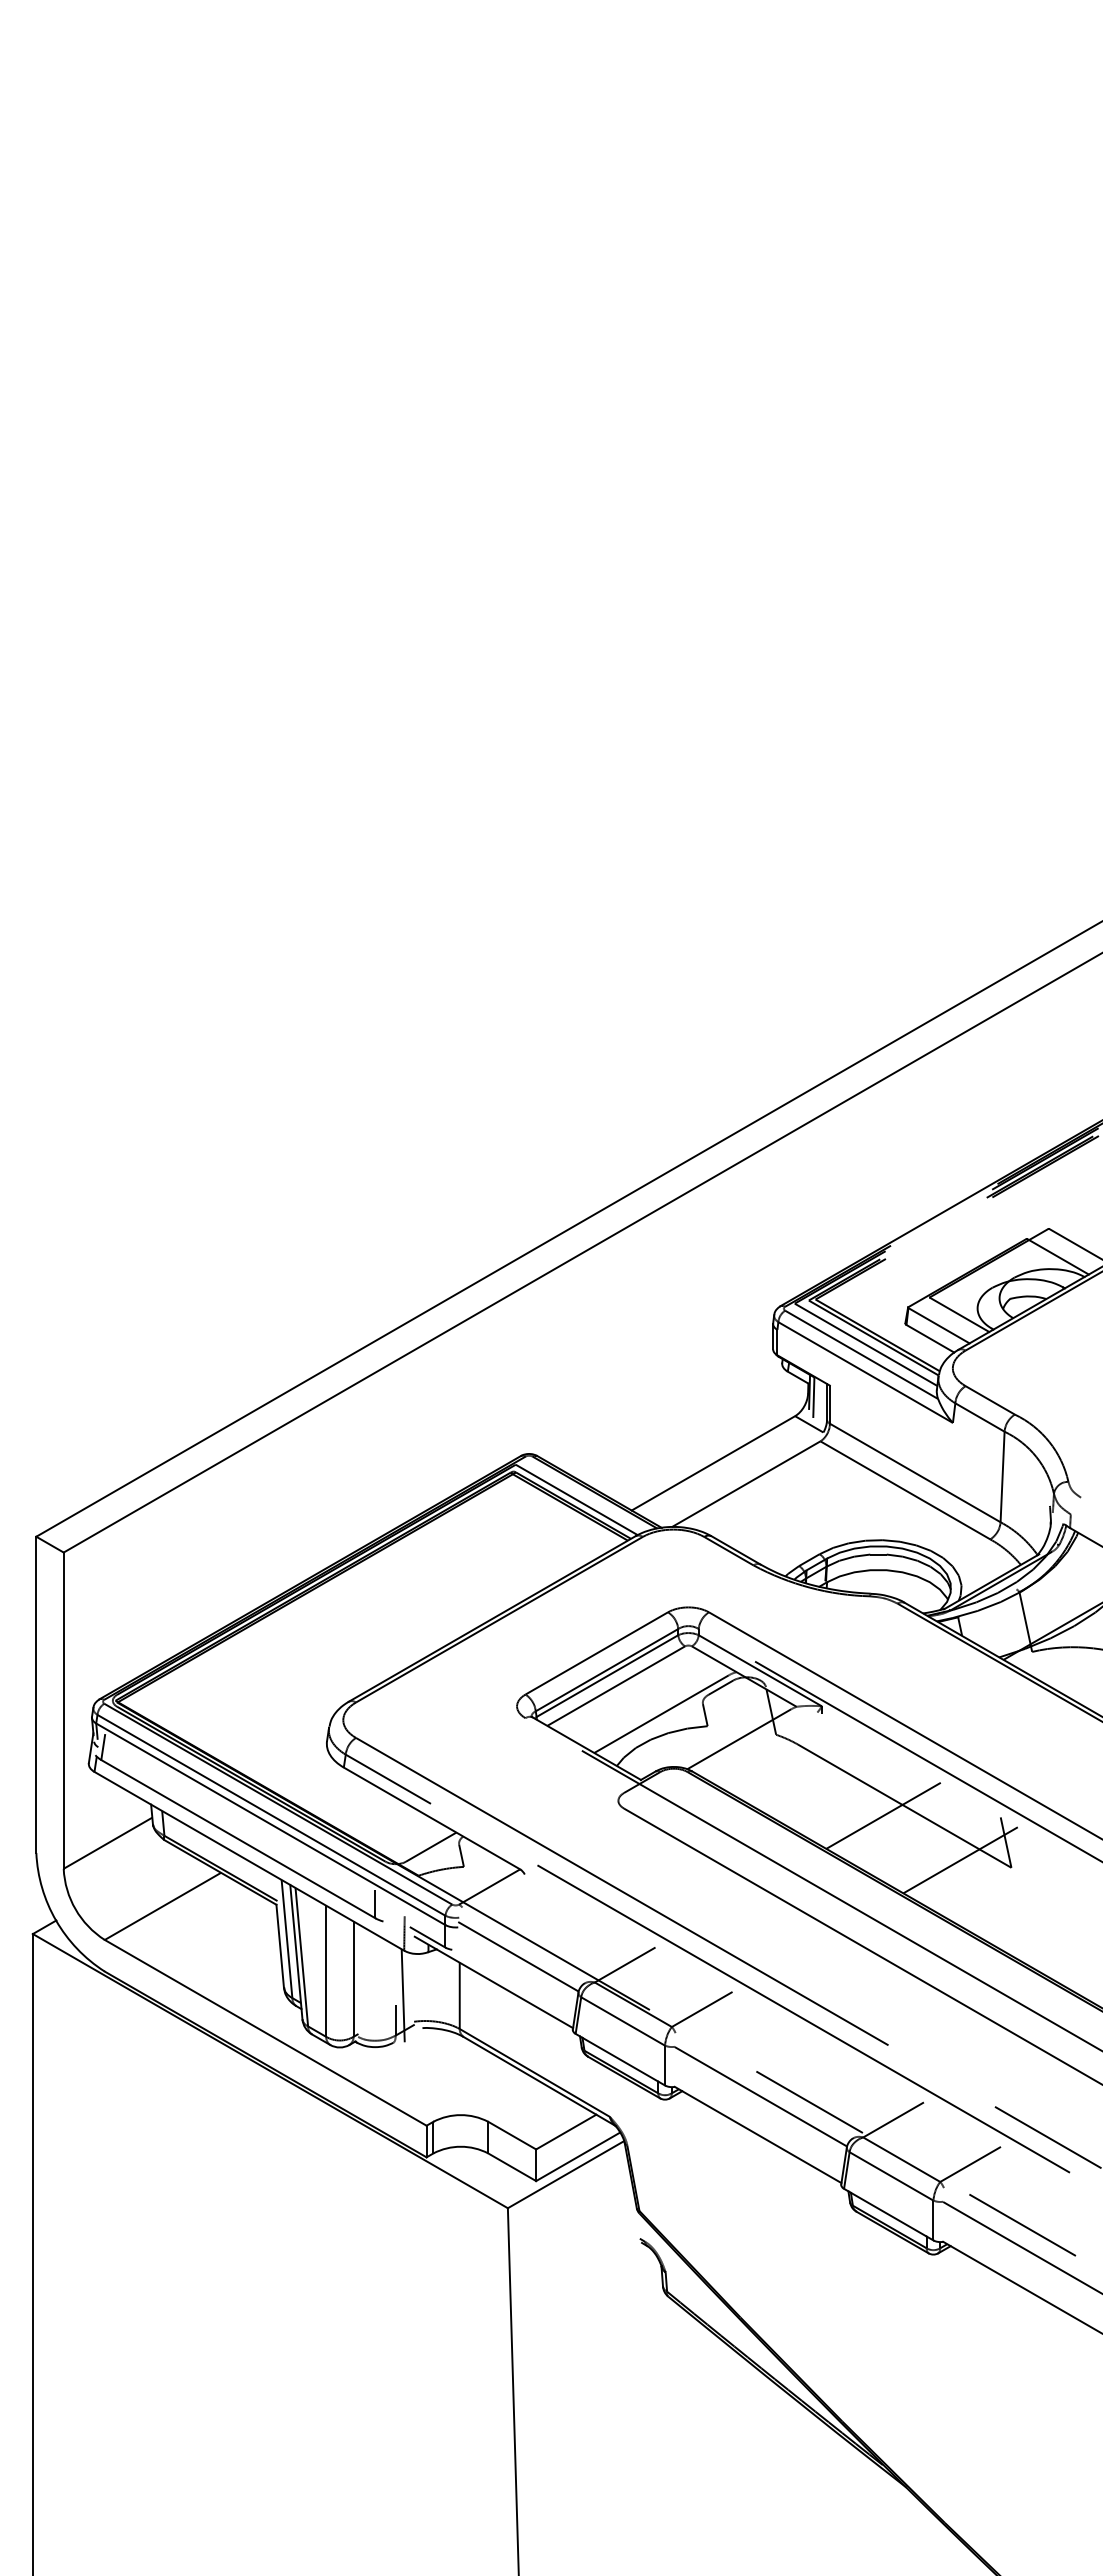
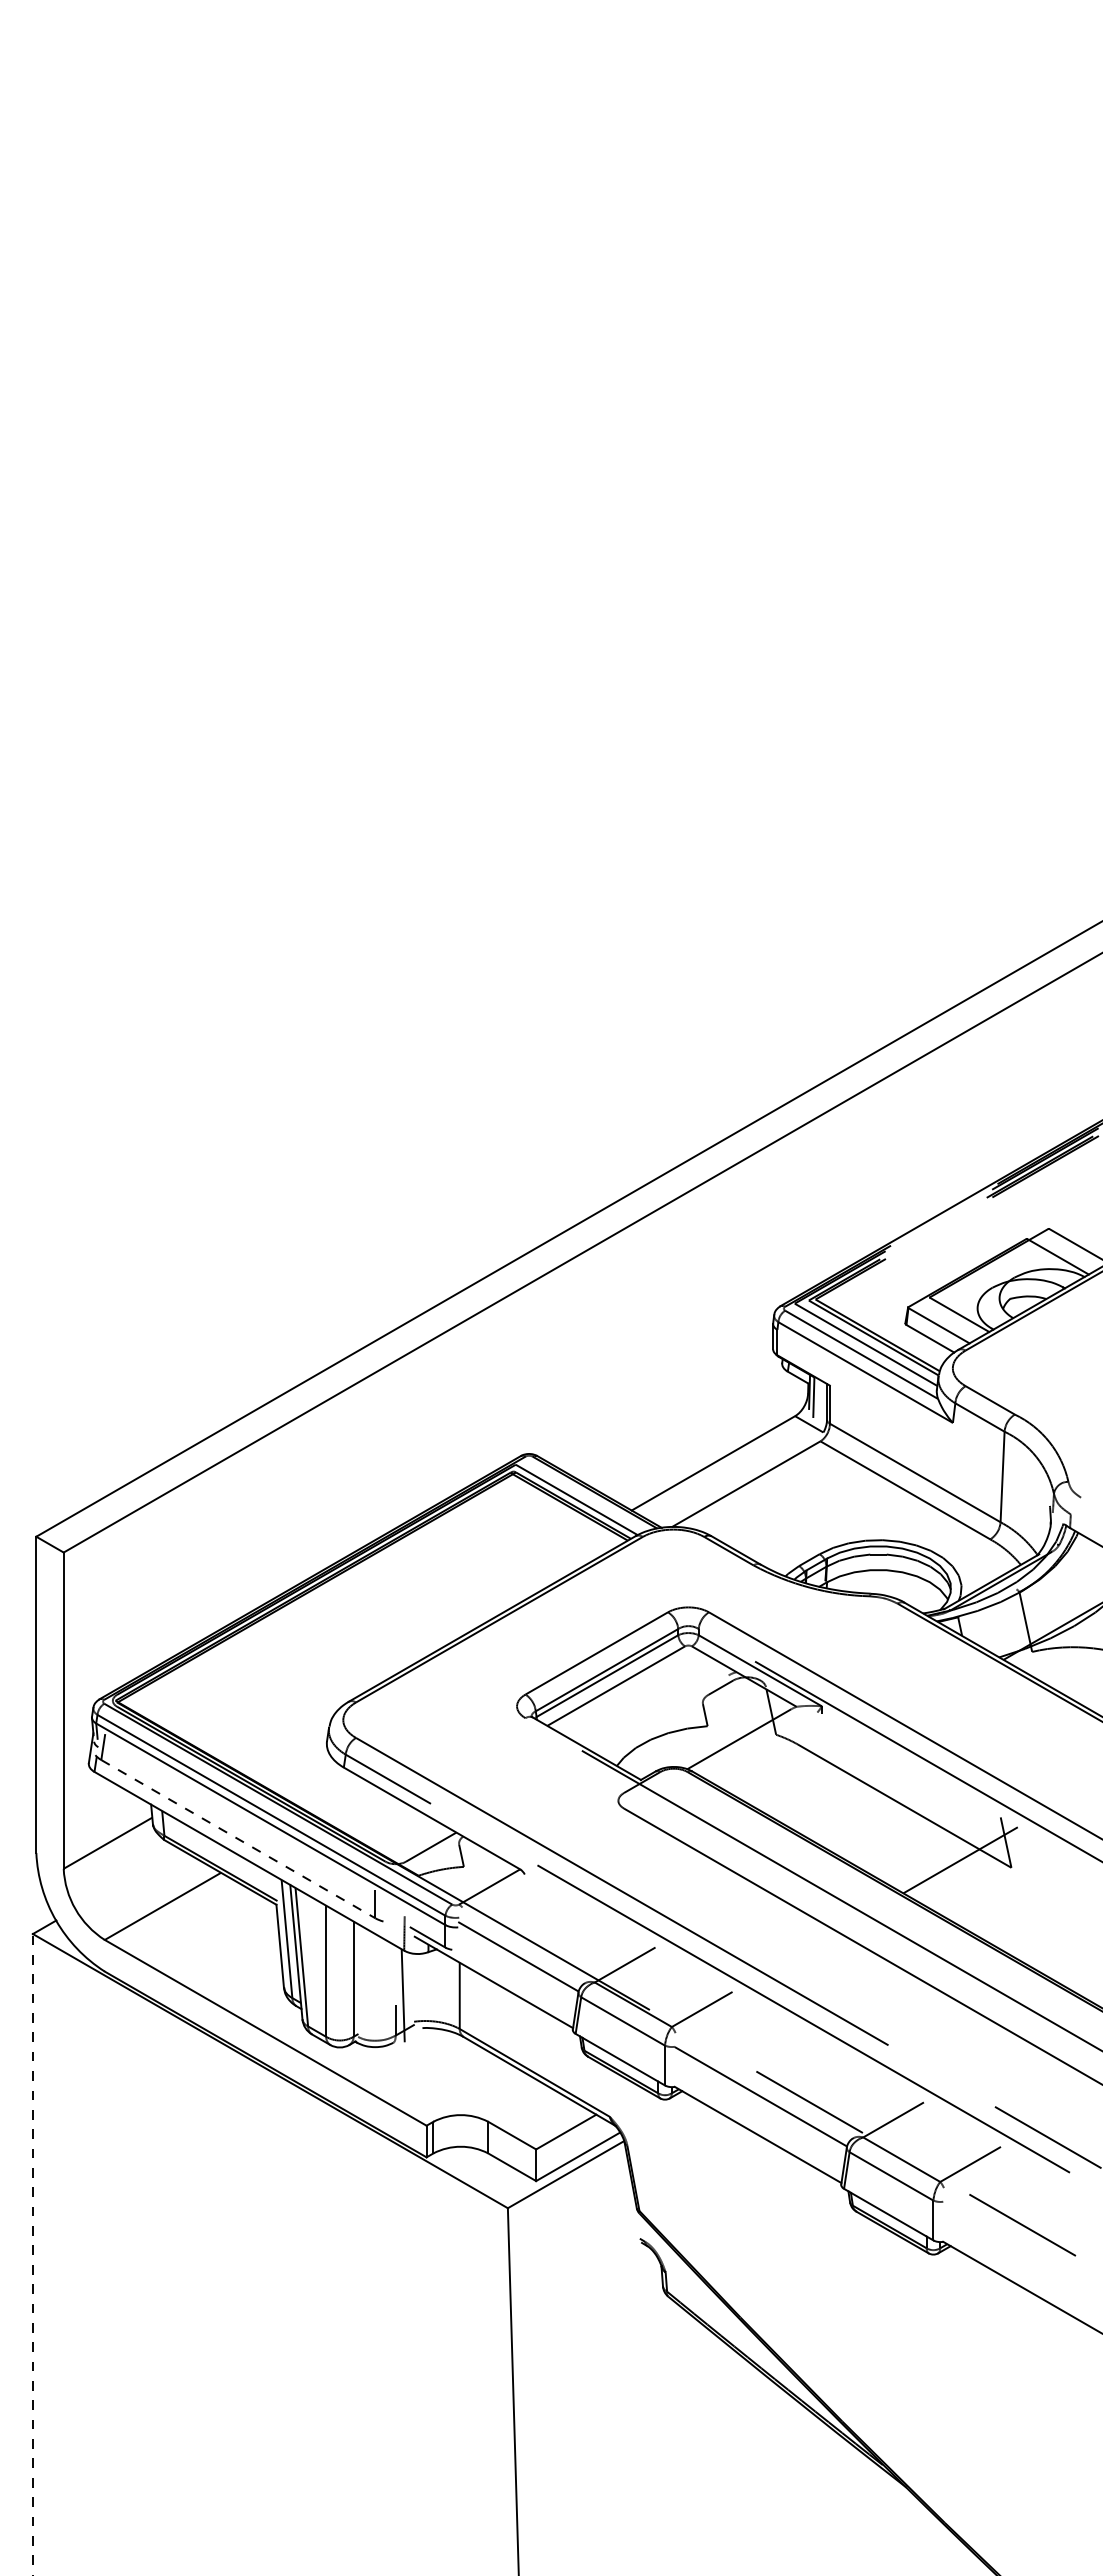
line at (661, 1714): present -> none
line at (883, 1815): present -> none
line at (238, 1839): solid -> dashed
line at (1021, 2247): present -> none
line at (32, 2255): solid -> dashed
